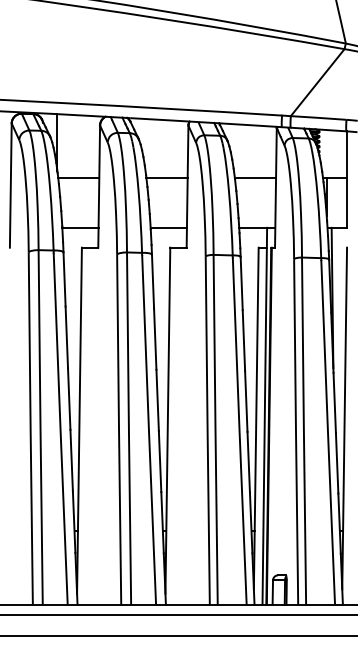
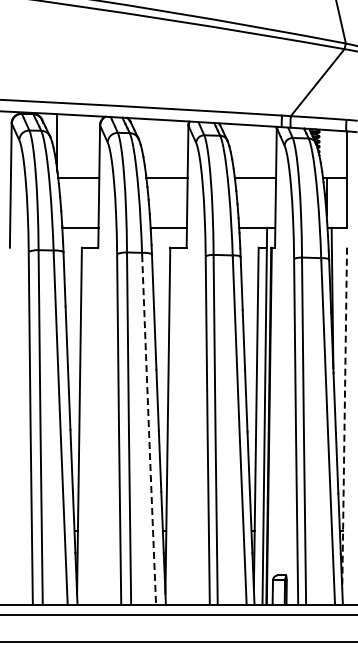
line at (344, 418): solid -> dashed
arc at (148, 429): solid -> dashed
line at (178, 636) position: (178, 636) -> (178, 642)
